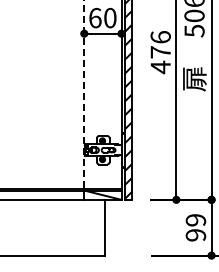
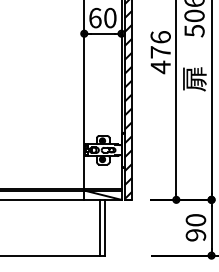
line at (84, 94): dashed -> solid
text at (196, 220): 99 -> 90
line at (99, 227): none -> present
